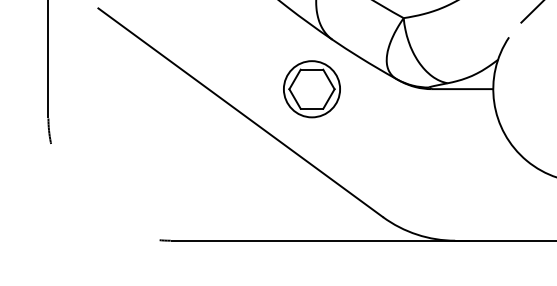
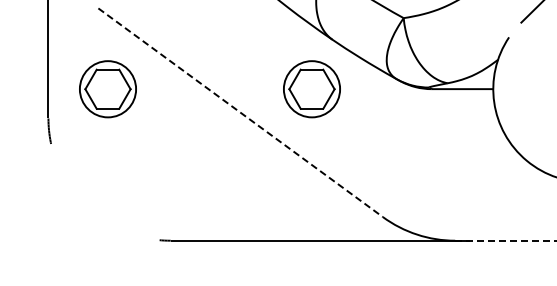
part at (107, 89): none -> present
line at (241, 113): solid -> dashed
line at (506, 240): solid -> dashed
